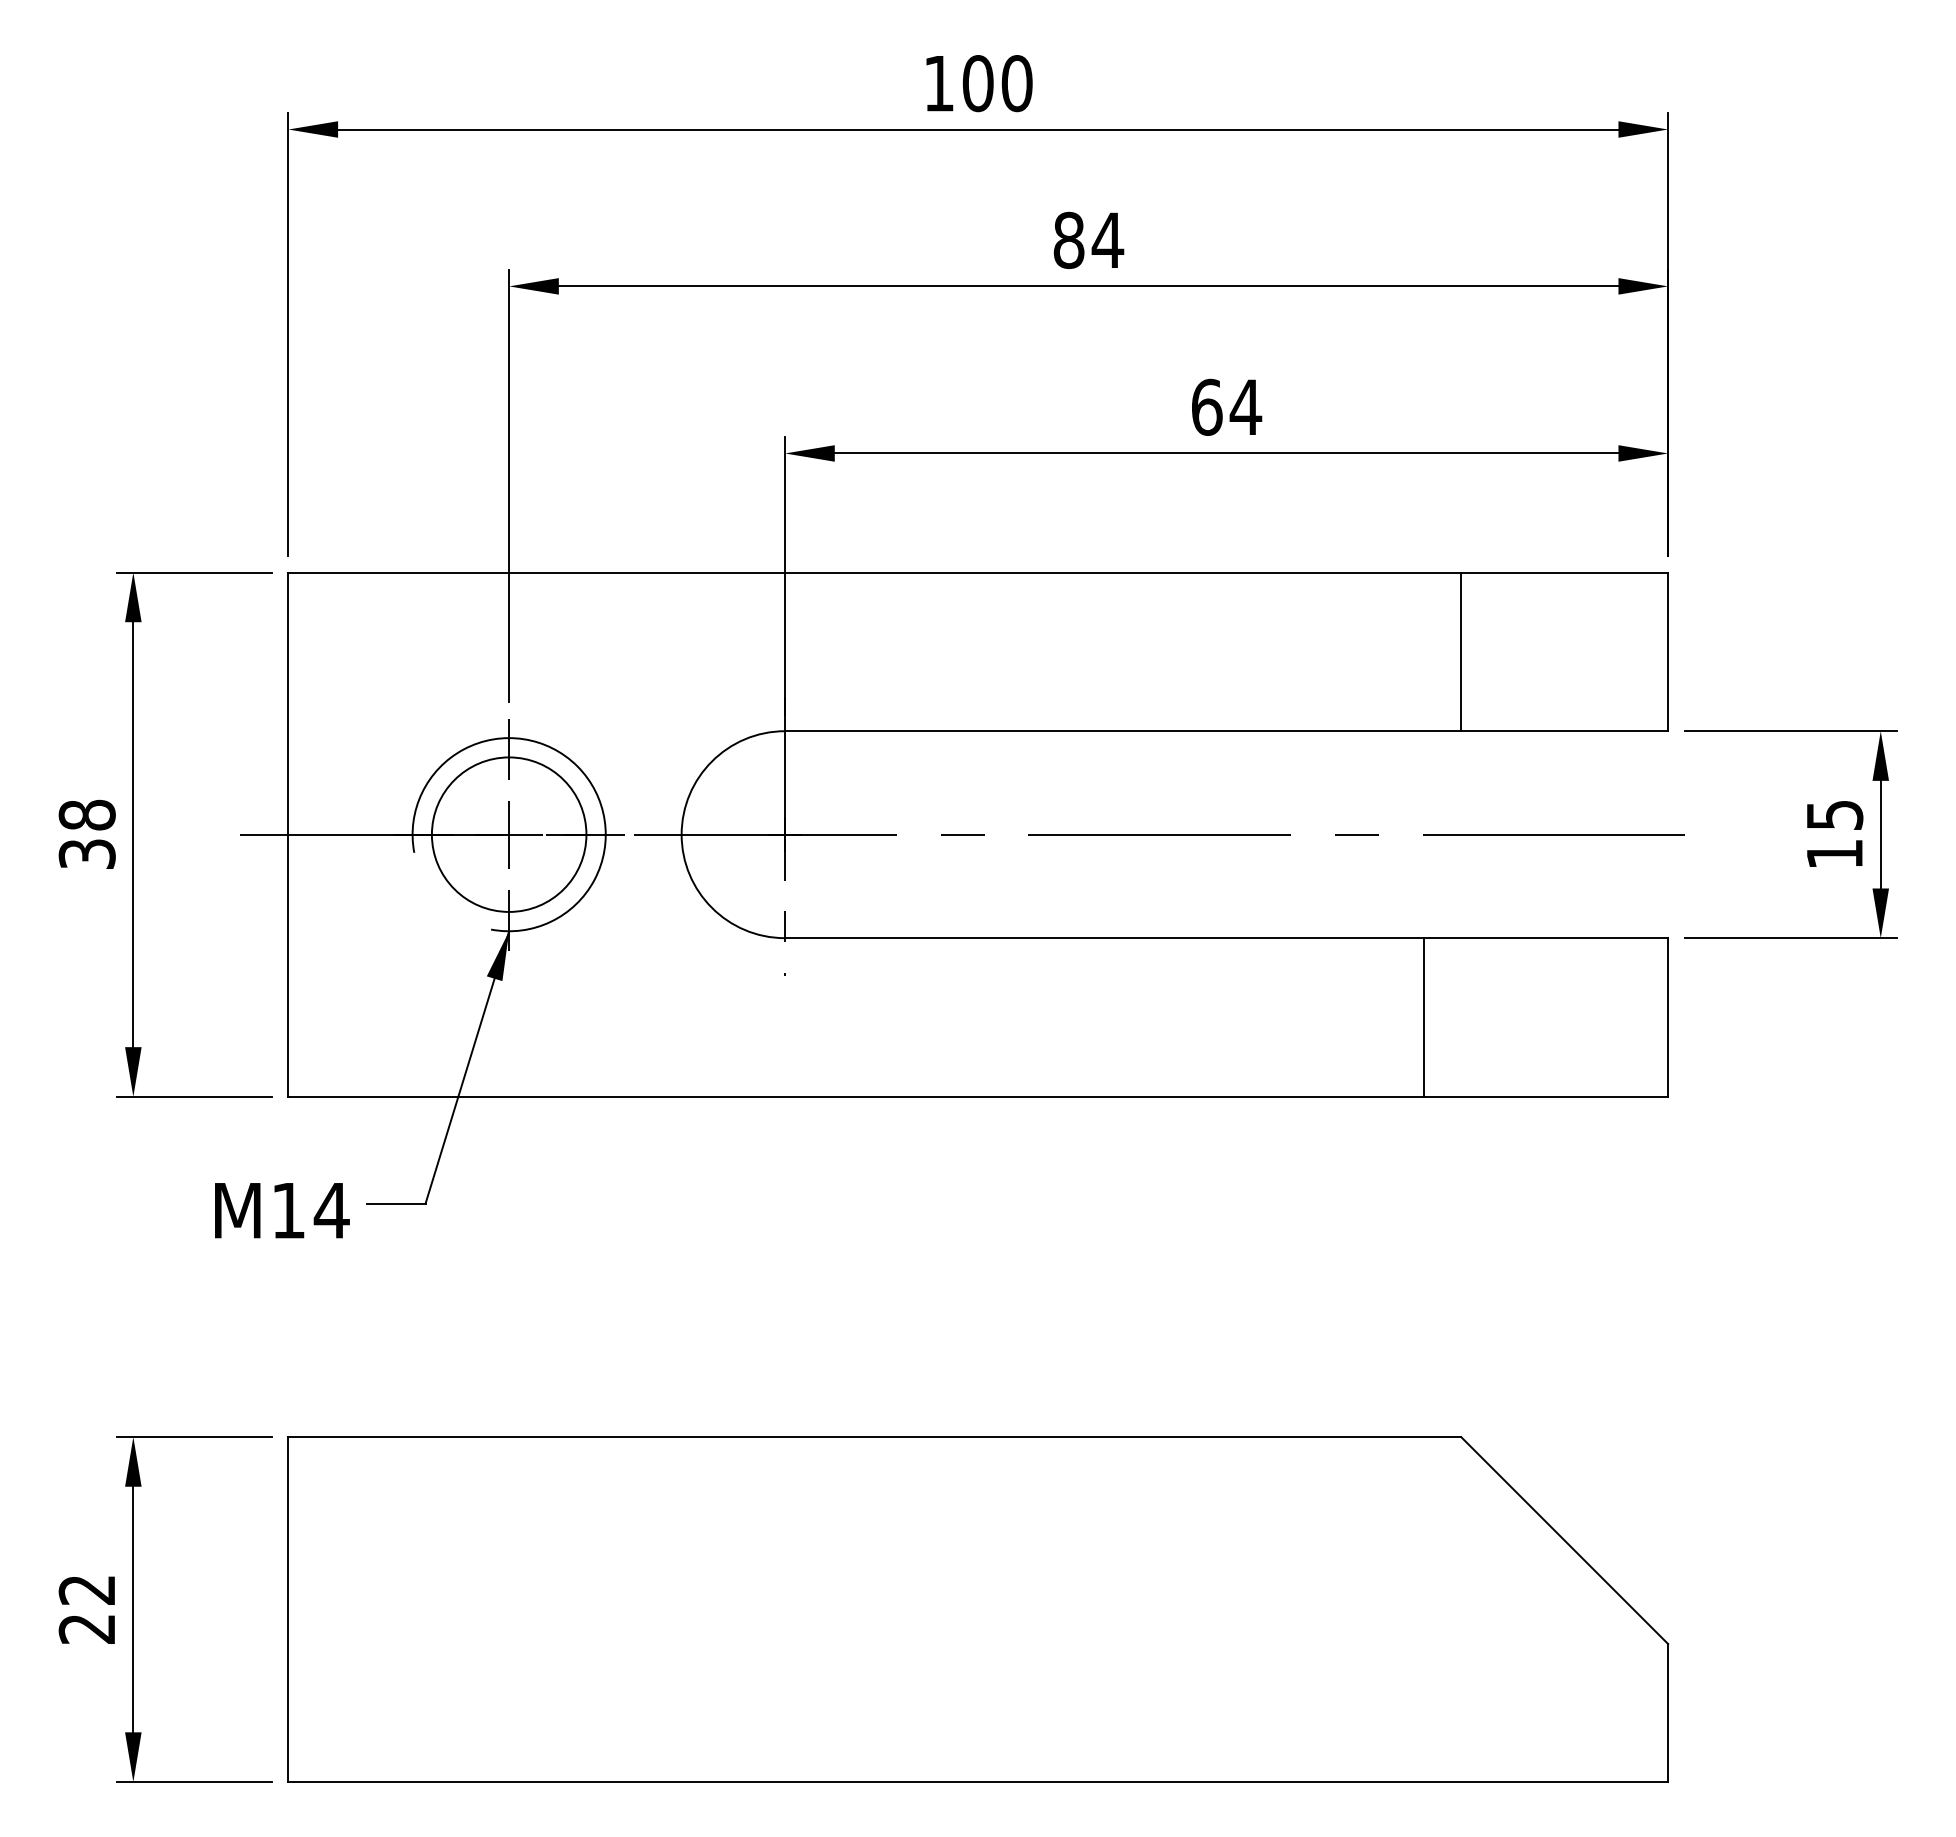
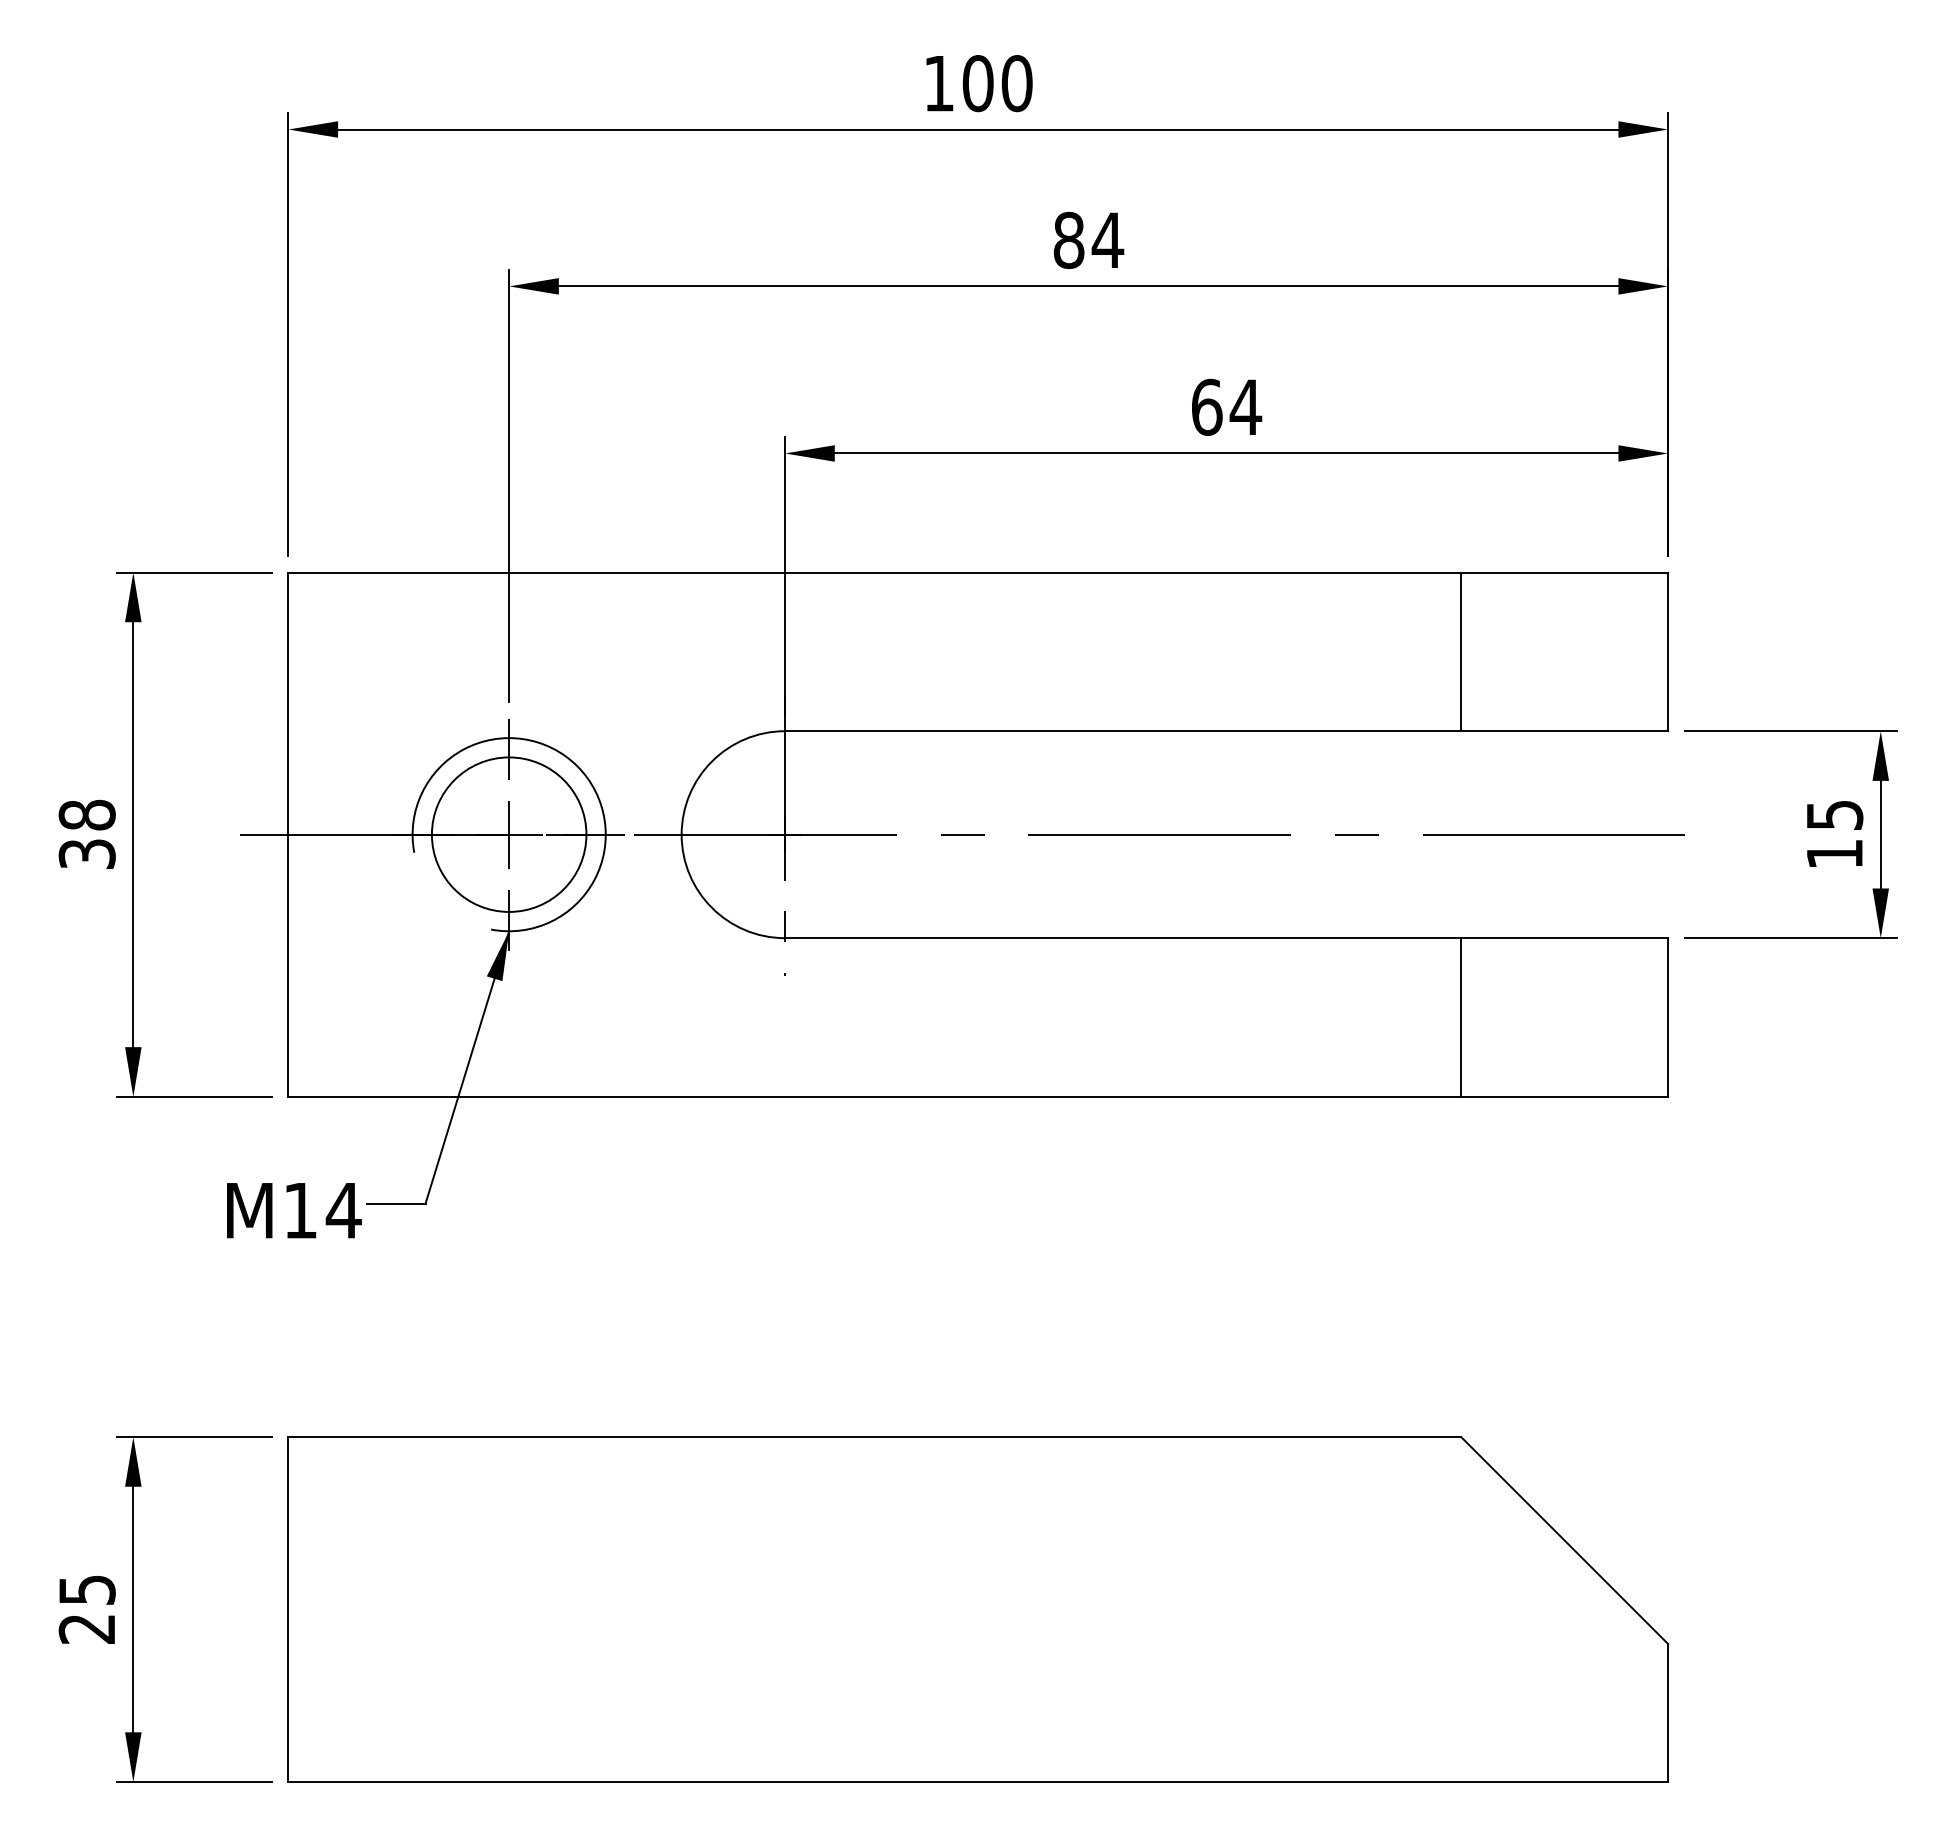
line at (1424, 1017) position: (1424, 1017) -> (1461, 1017)
text at (282, 1210) position: (282, 1210) -> (294, 1210)
text at (86, 1589): 22 -> 25
